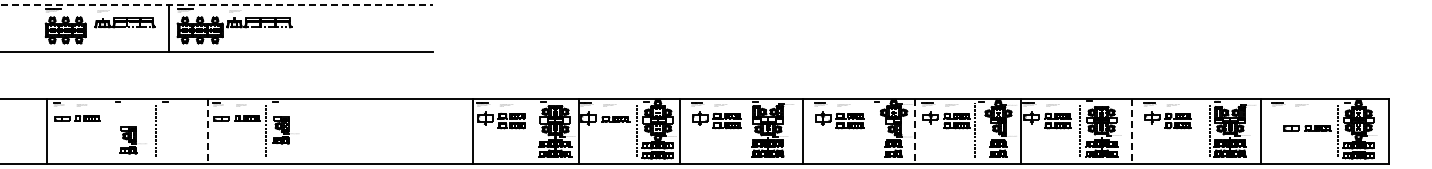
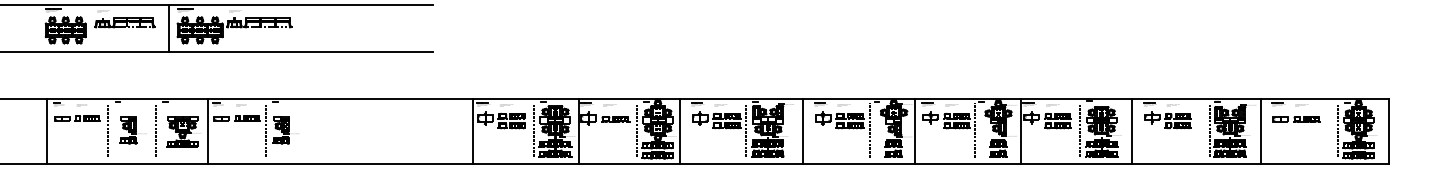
line at (216, 5): dashed -> solid
part at (1307, 128) position: (1307, 128) -> (1296, 119)
line at (108, 130): none -> present
line at (533, 130): none -> present
line at (745, 130): none -> present
line at (870, 130): none -> present
part at (182, 131): none -> present
line at (208, 131): dashed -> solid
line at (915, 131): dashed -> solid
line at (1132, 131): dashed -> solid
part at (132, 140) position: (132, 140) -> (132, 130)
